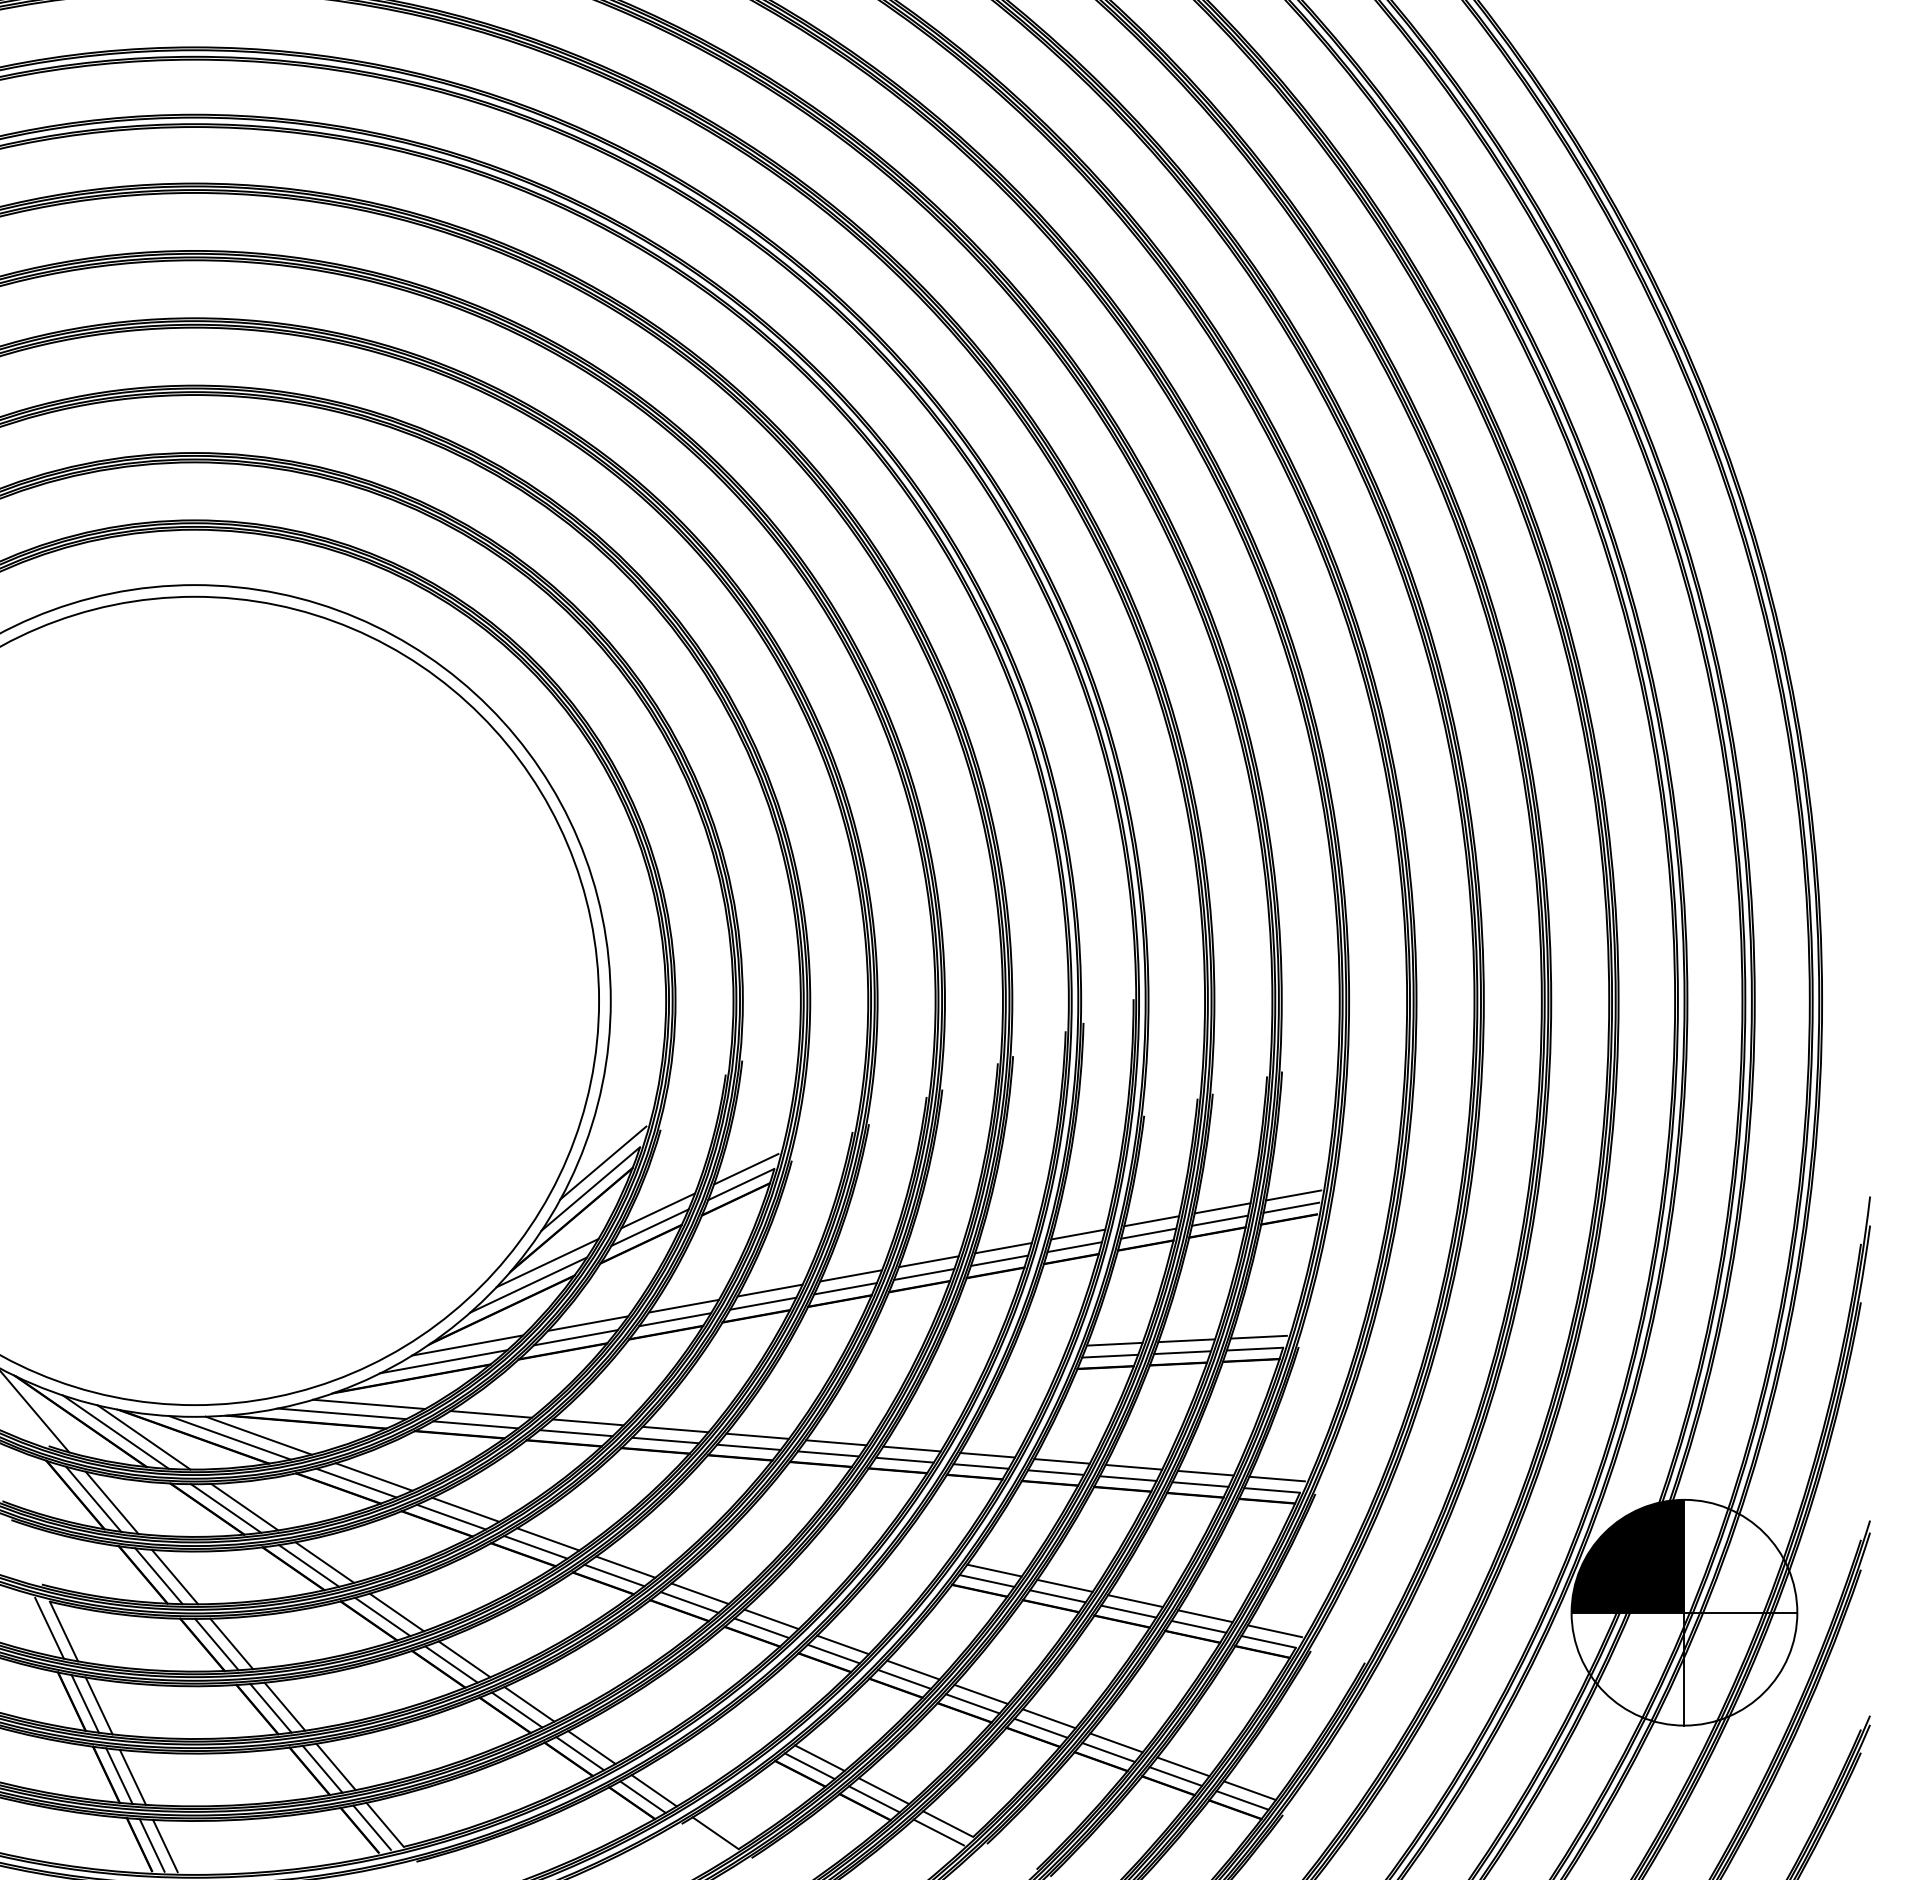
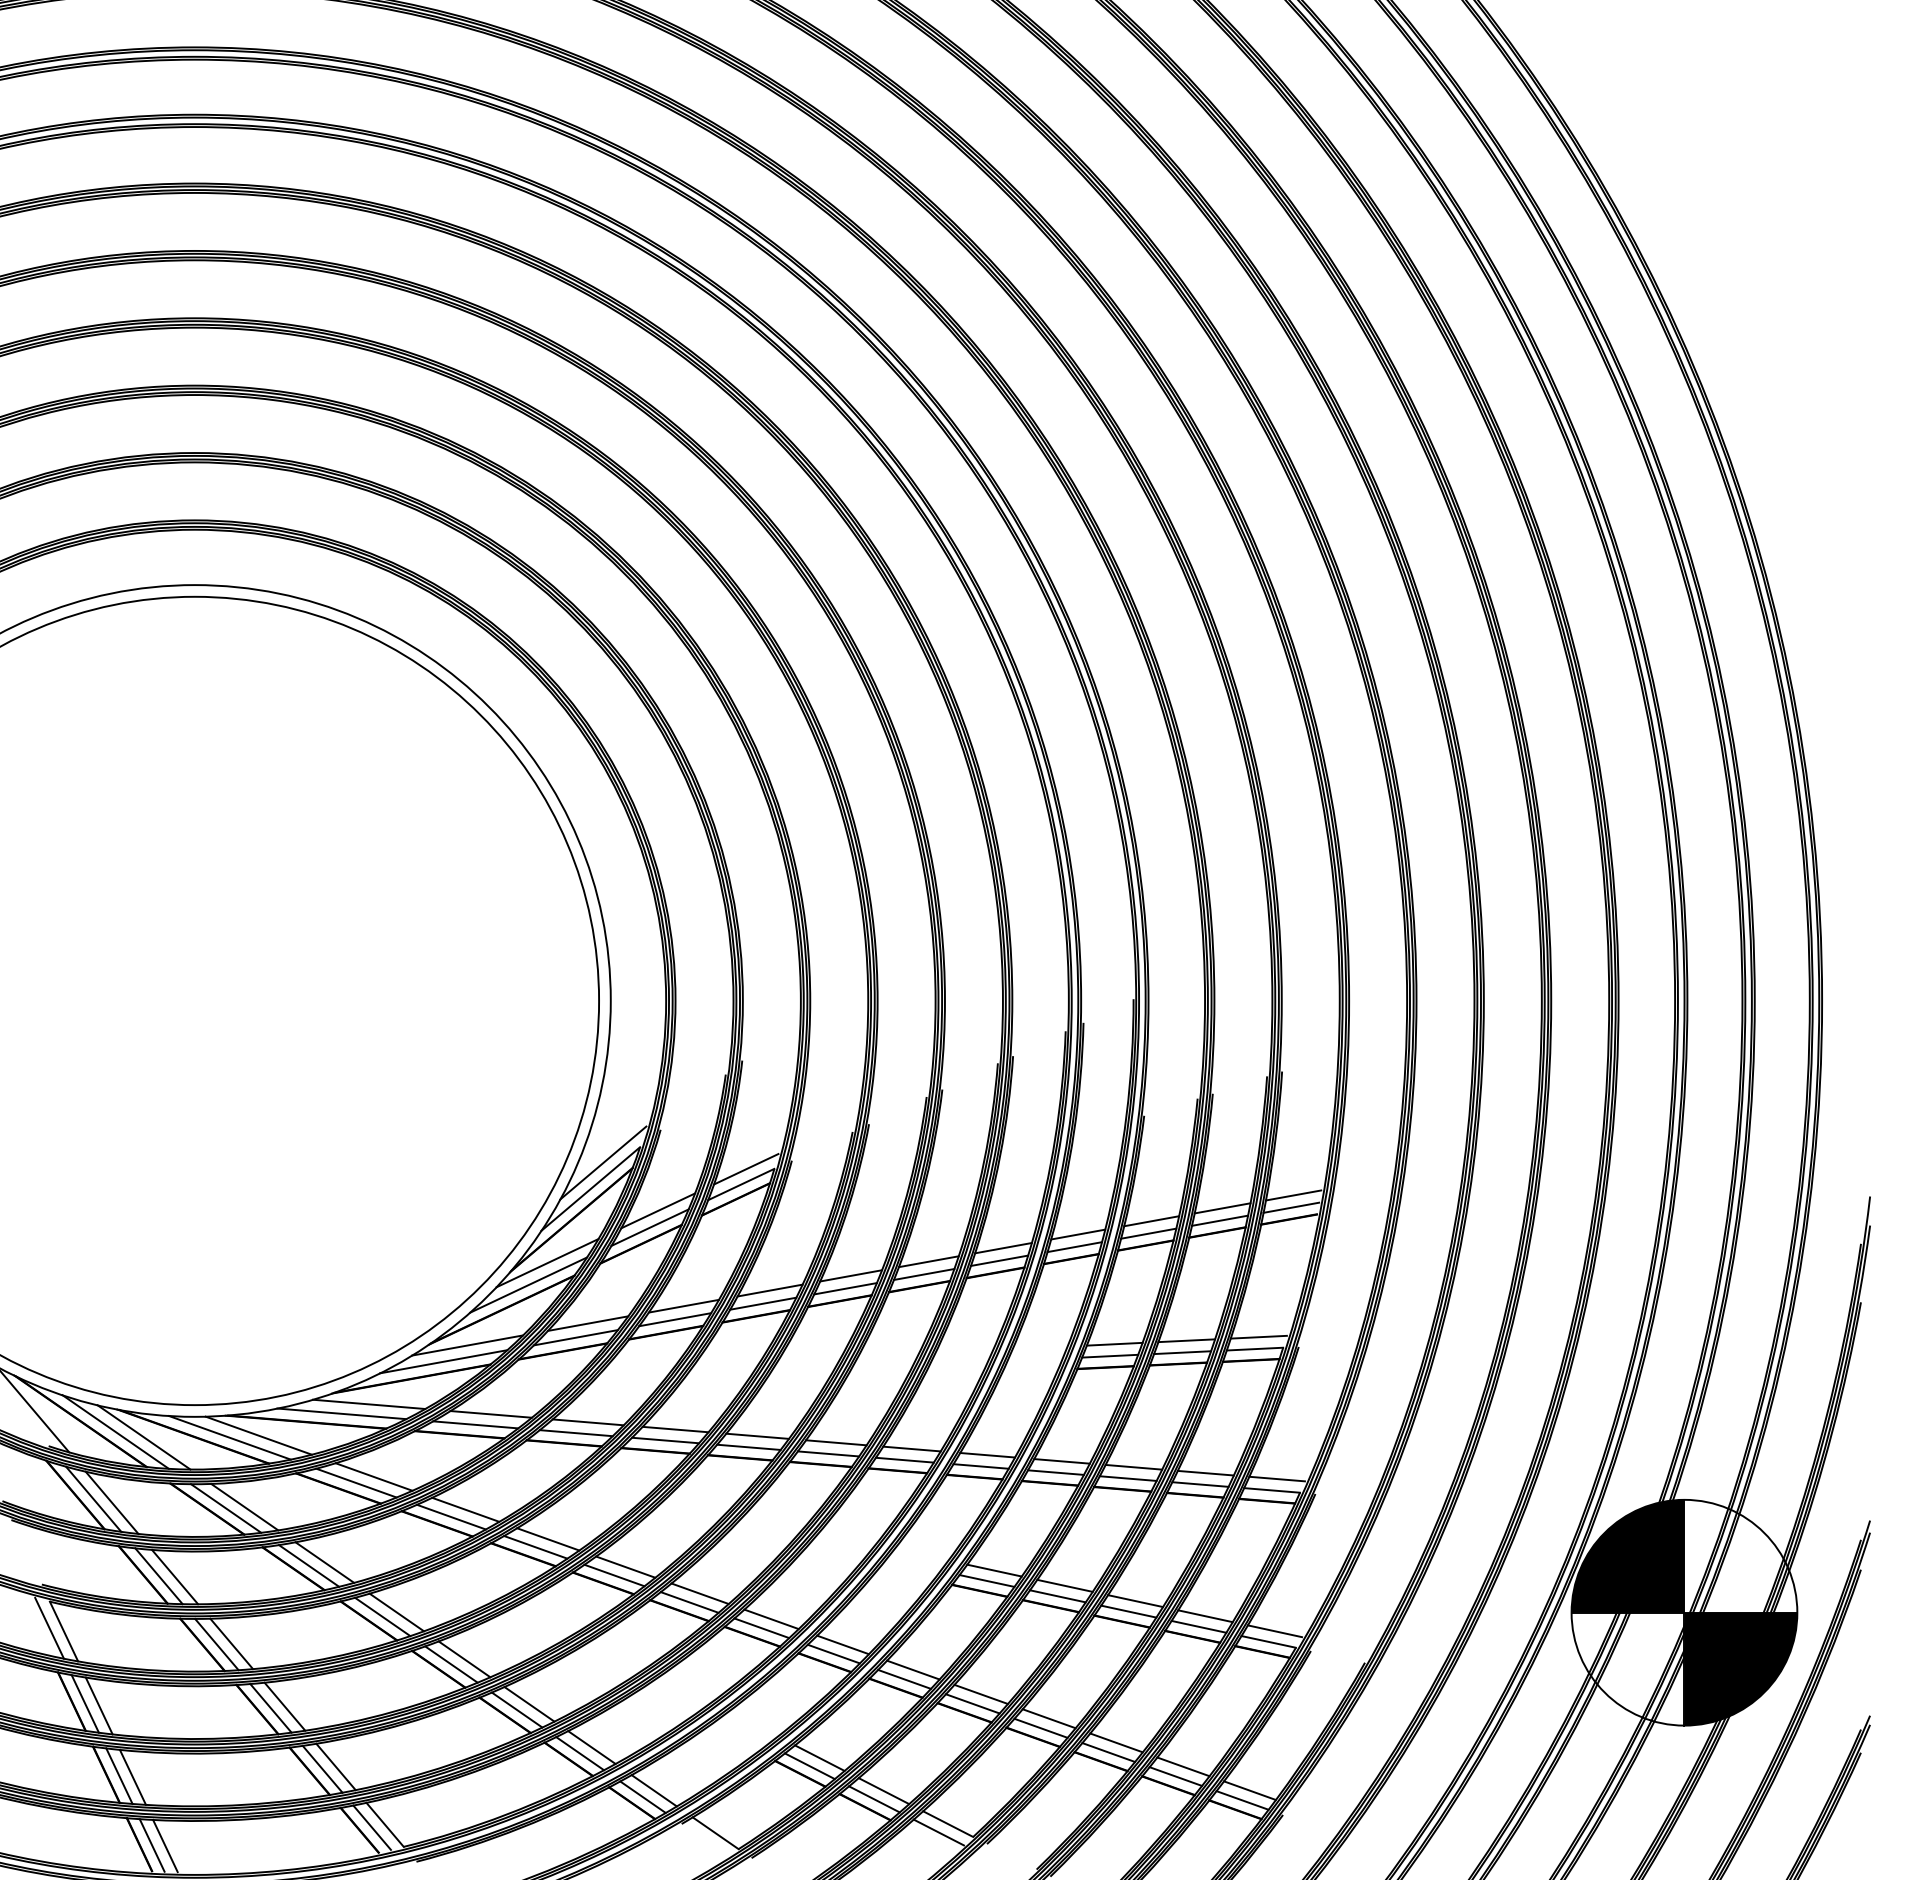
fill at (1740, 1668): none -> present
